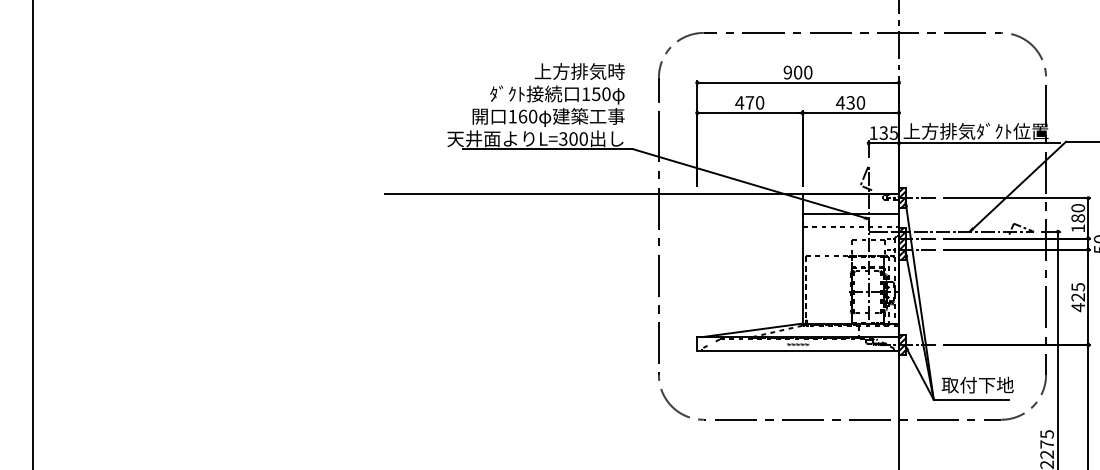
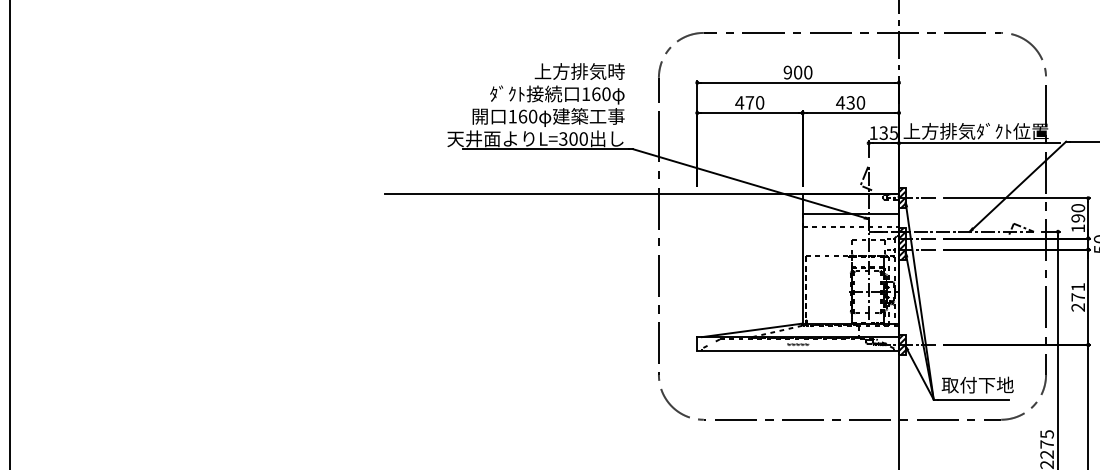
text at (596, 94): 150 -> 160
text at (1078, 218): 180 -> 190
line at (32, 234) position: (32, 234) -> (9, 234)
text at (1078, 297): 425 -> 271
